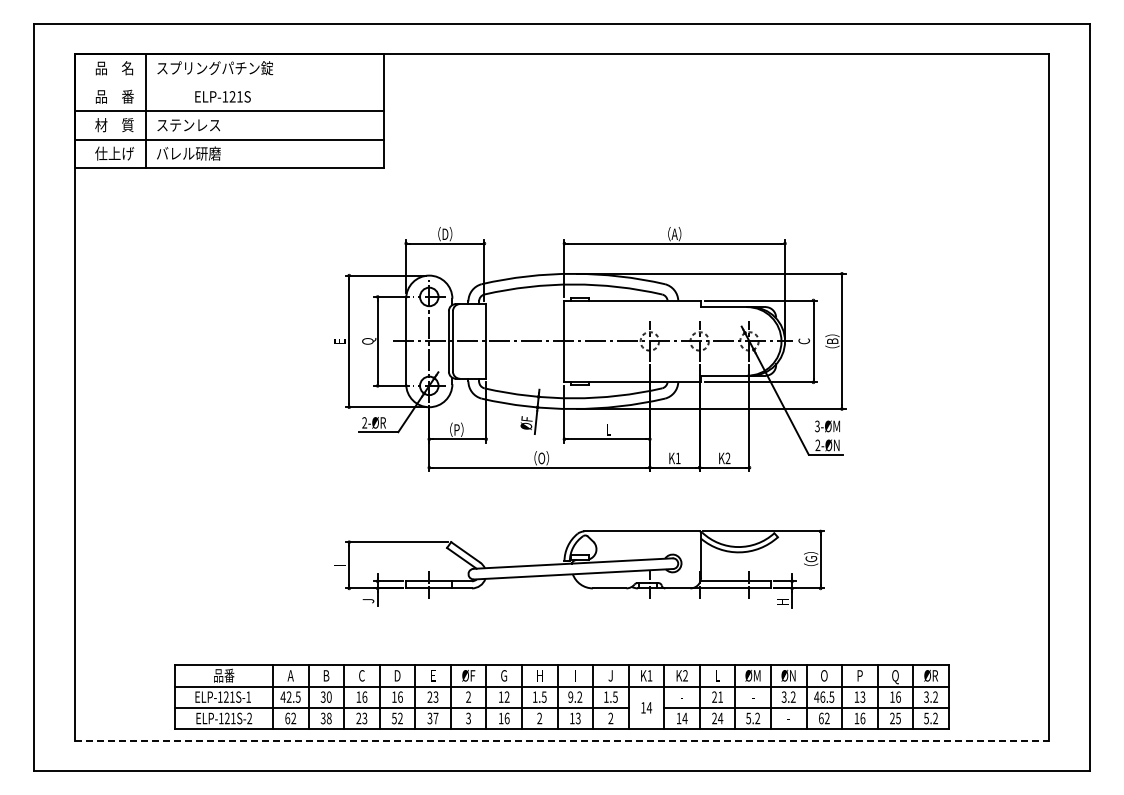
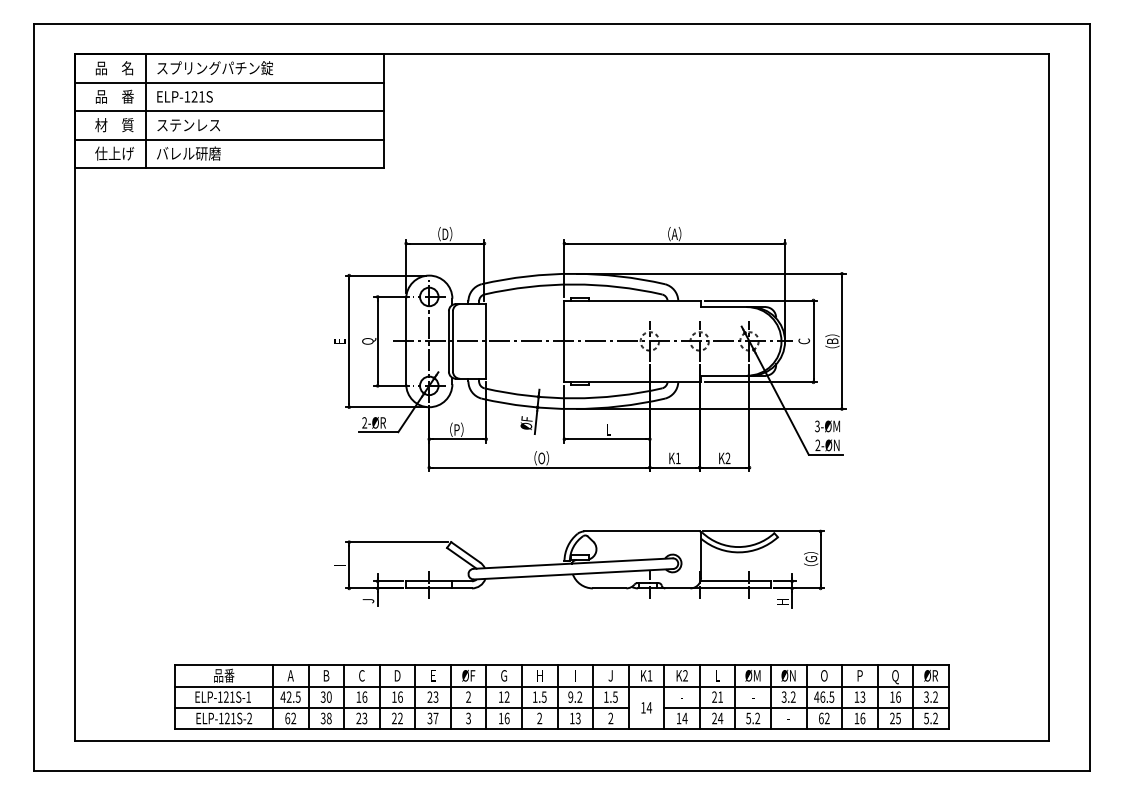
line at (229, 82): none -> present
text at (222, 96) position: (222, 96) -> (184, 96)
text at (394, 718): 52 -> 22
line at (562, 740): dashed -> solid
